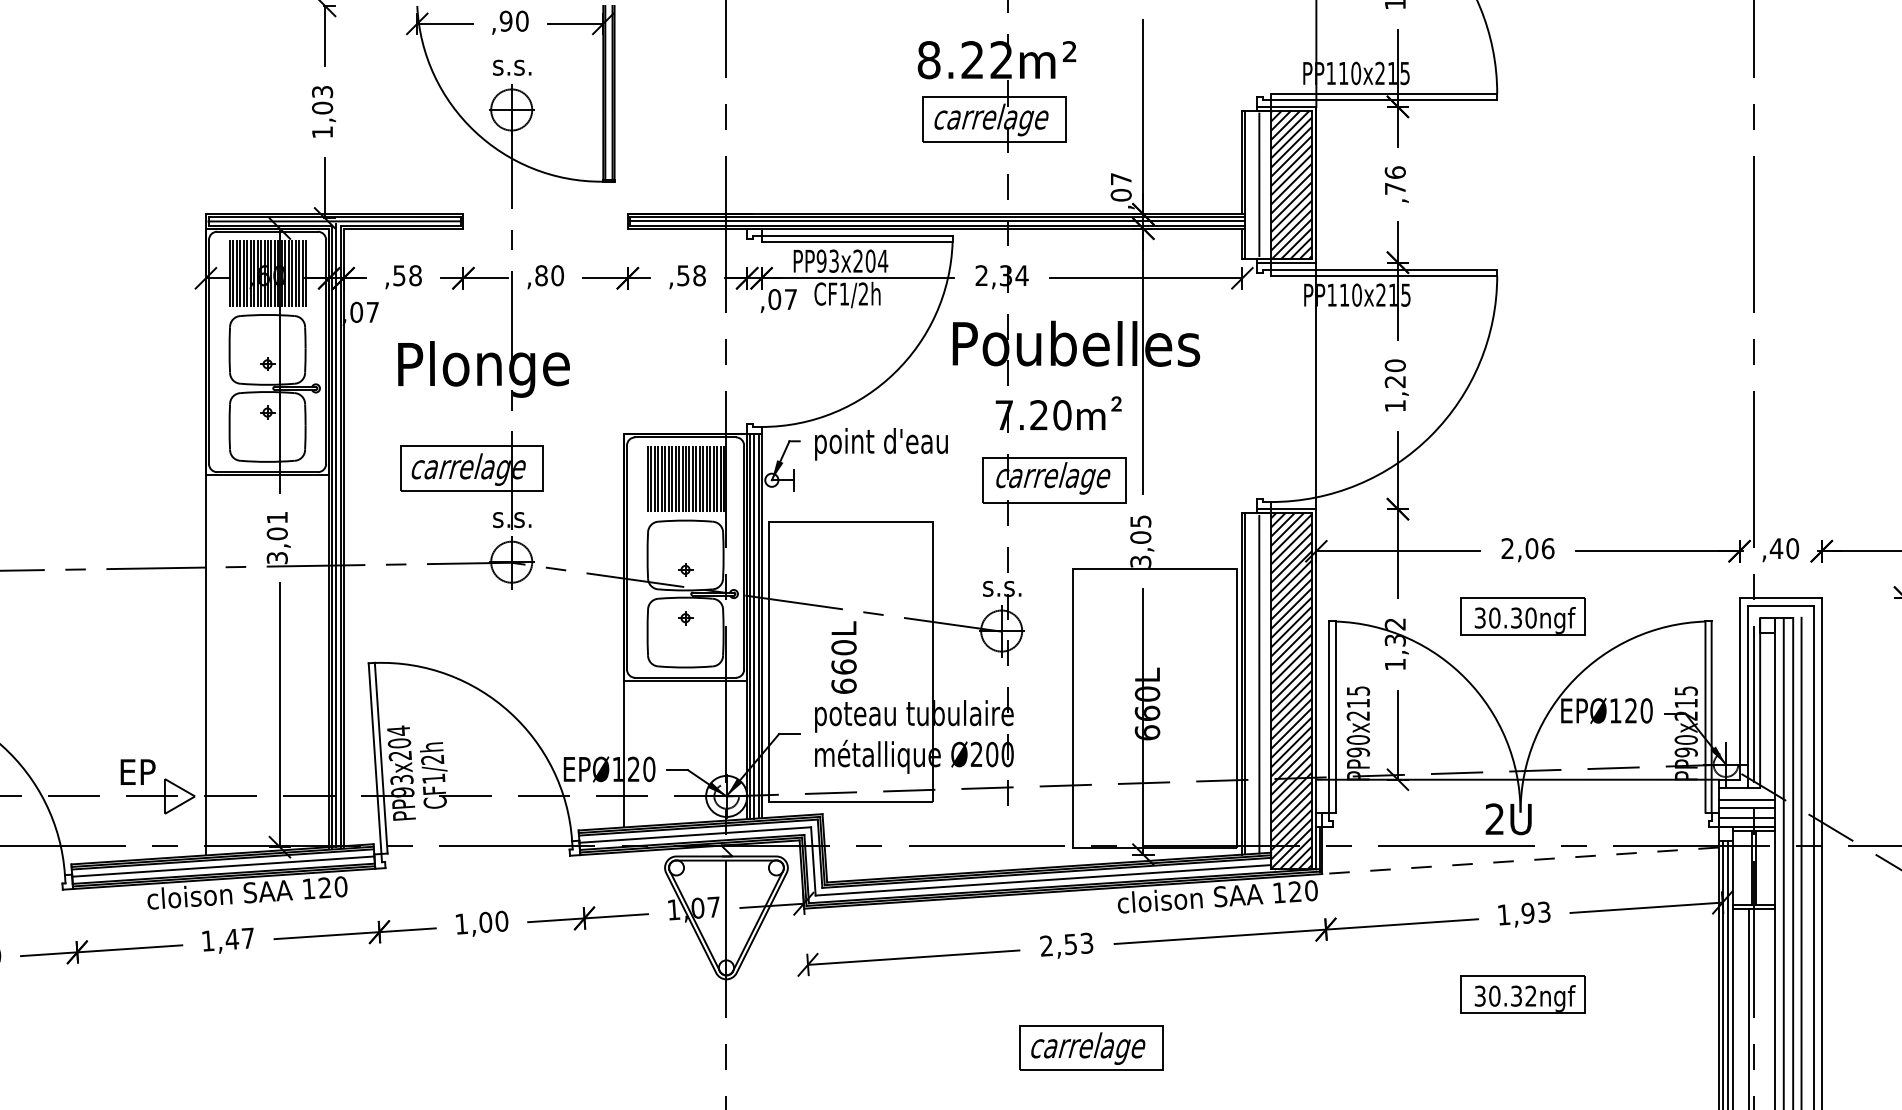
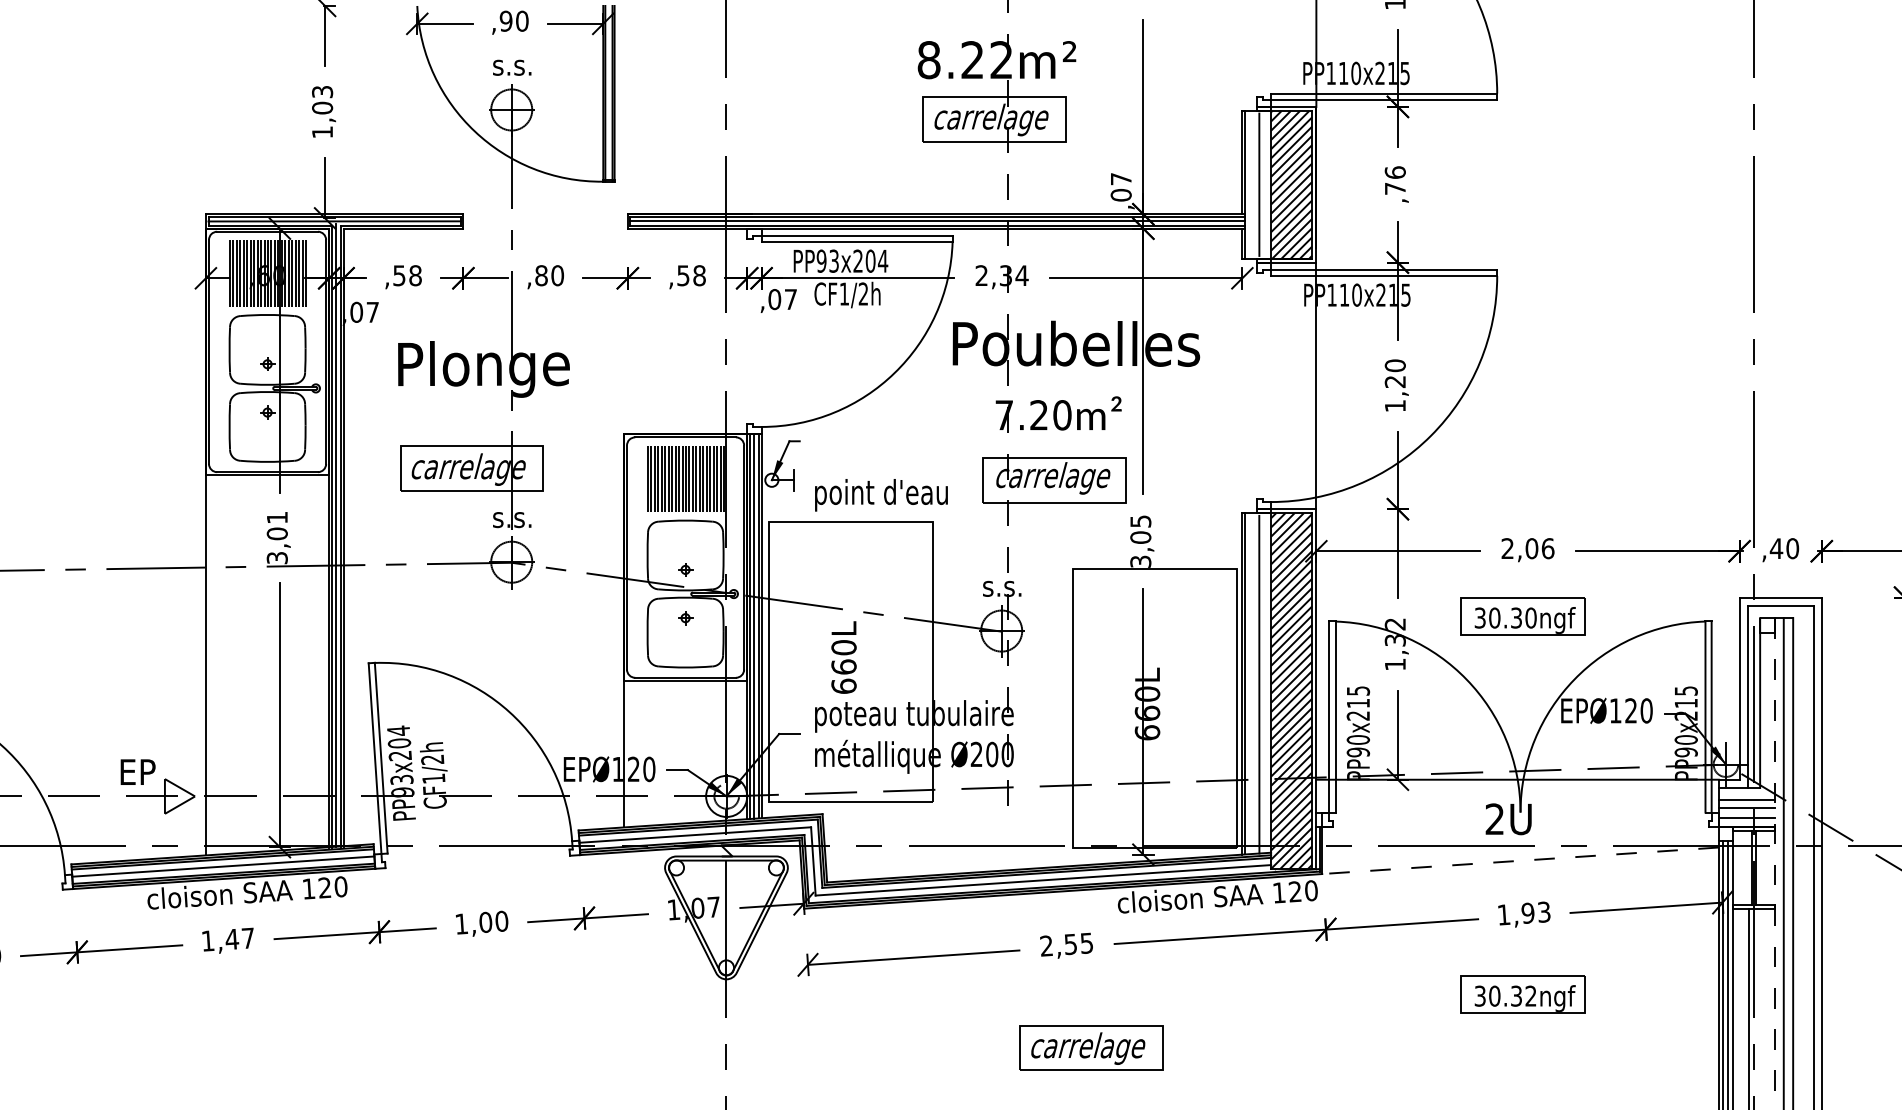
text at (881, 444) position: (881, 444) -> (881, 495)
line at (1801, 861): present -> none
line at (1774, 864): solid -> dashed
text at (1086, 942): 2,53 -> 2,55
